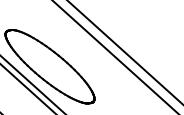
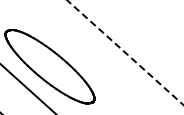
line at (125, 52): solid -> dashed
line at (115, 56): present -> none
line at (32, 84): present -> none
